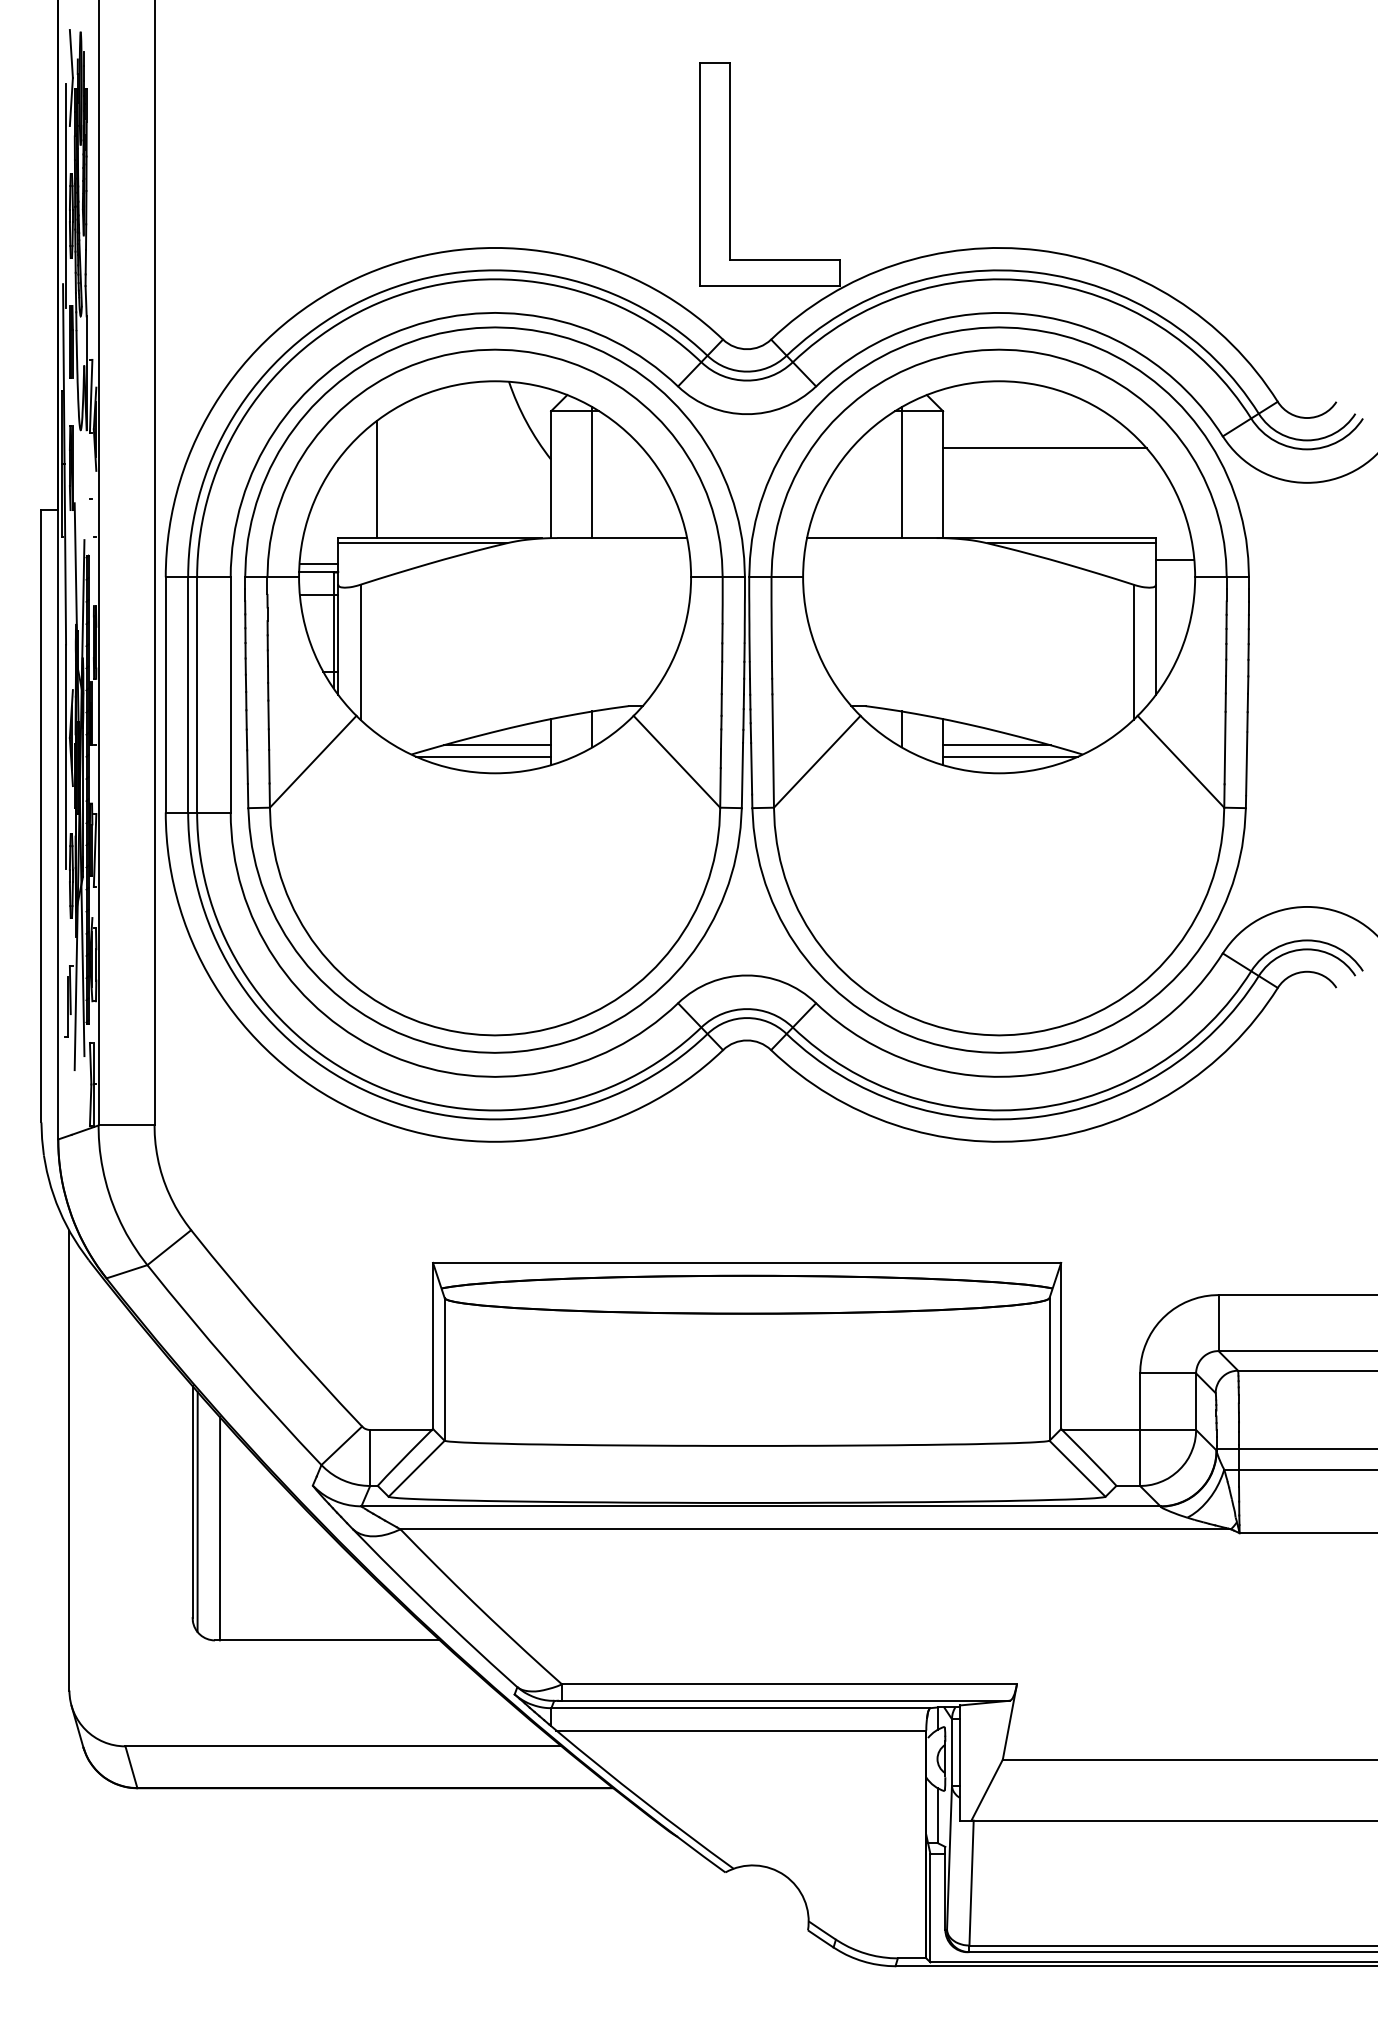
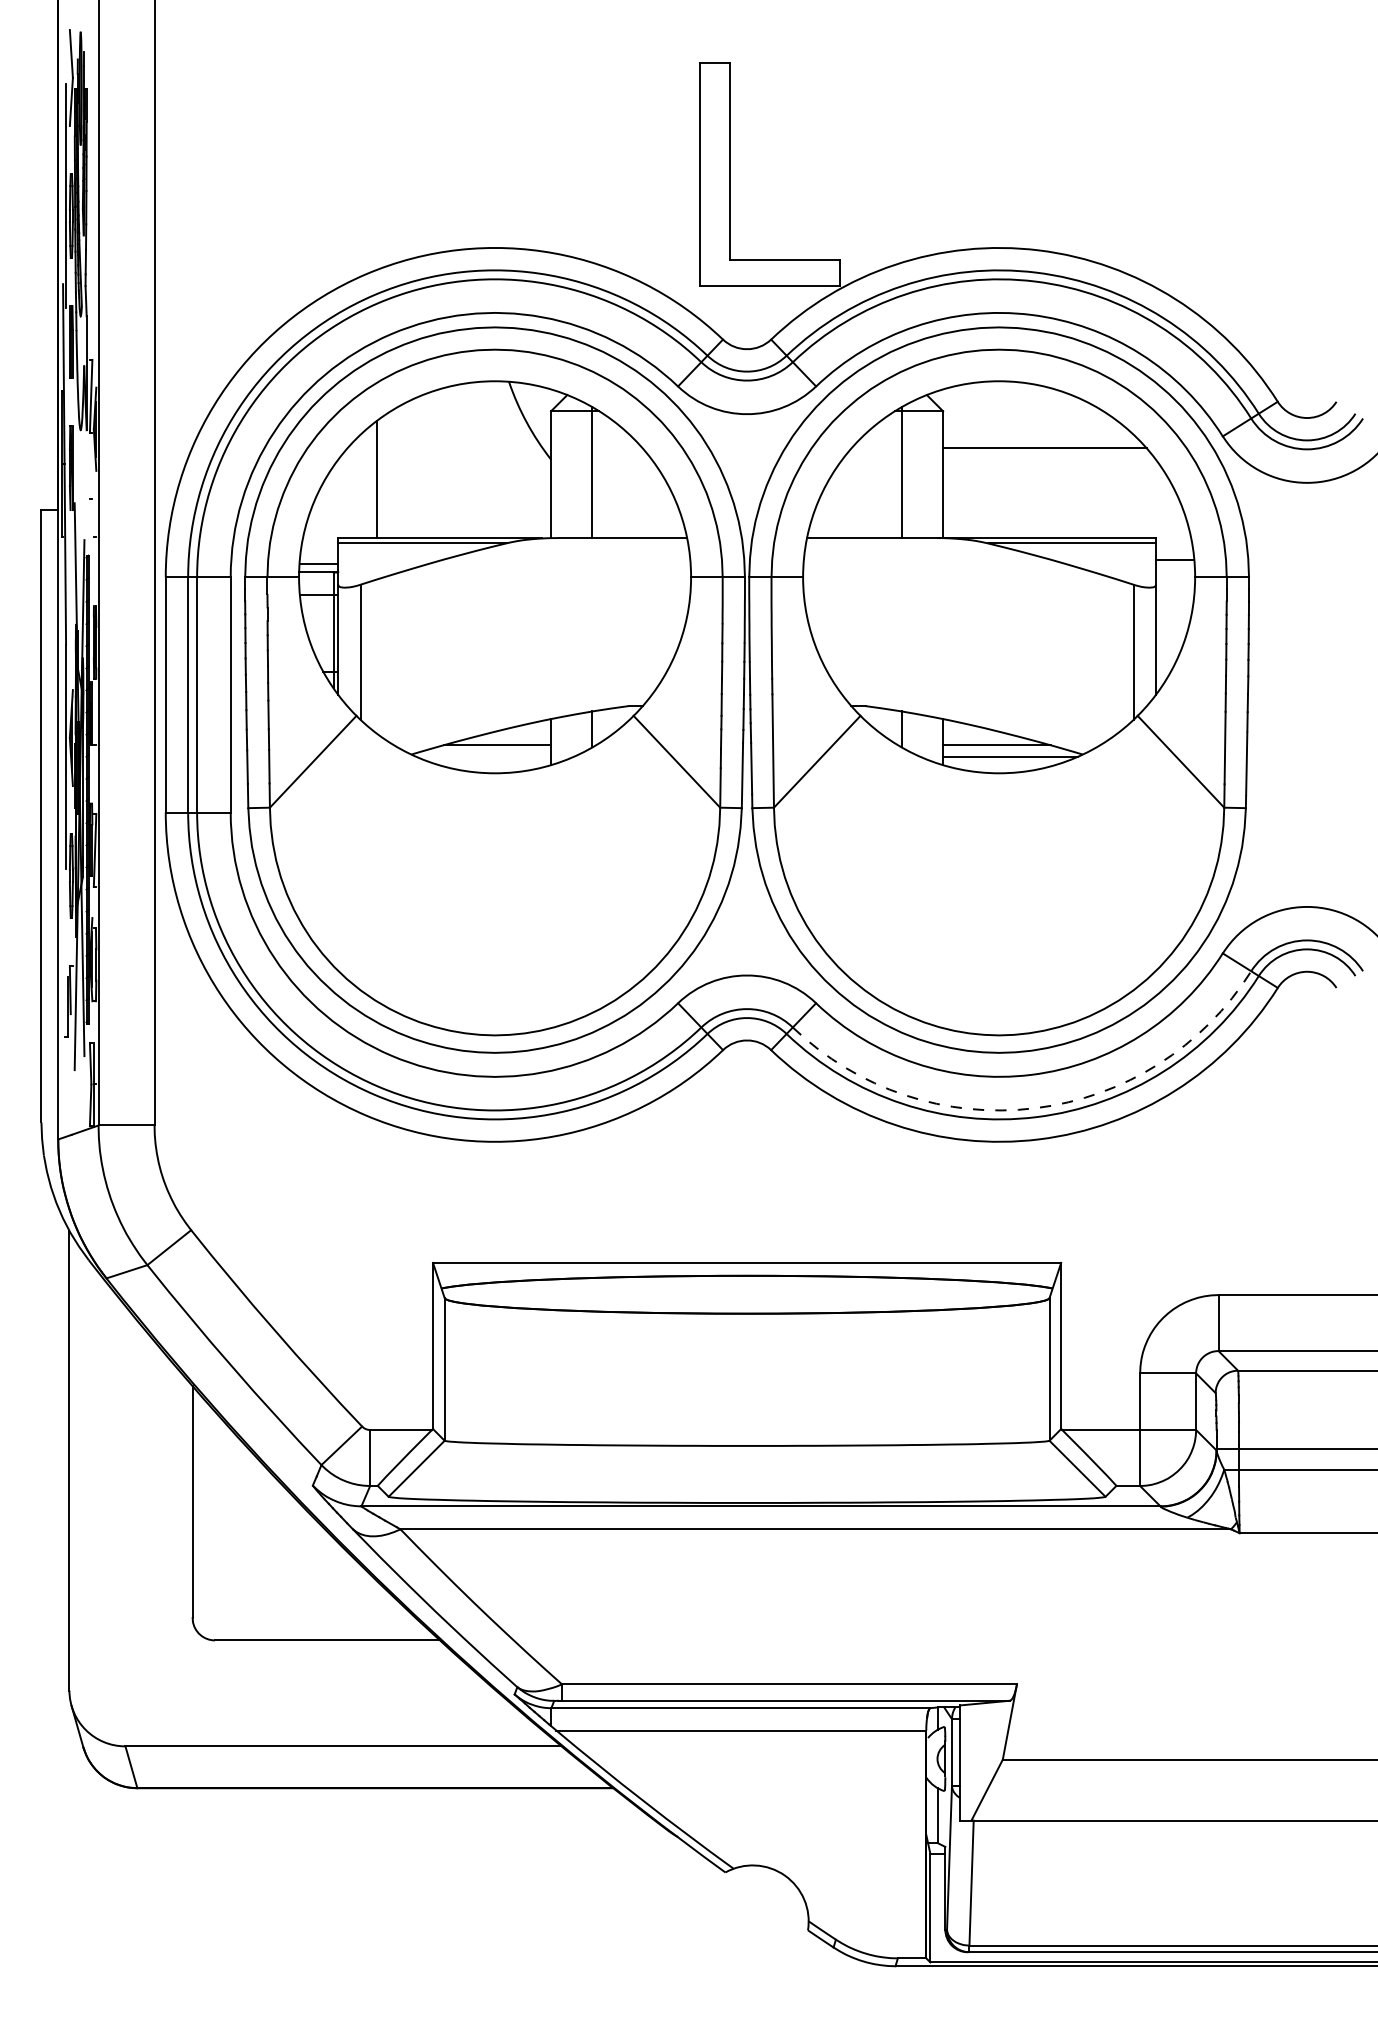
line at (483, 756): present -> none
arc at (1035, 1108): solid -> dashed
line at (197, 1511): present -> none
line at (219, 1528): present -> none
